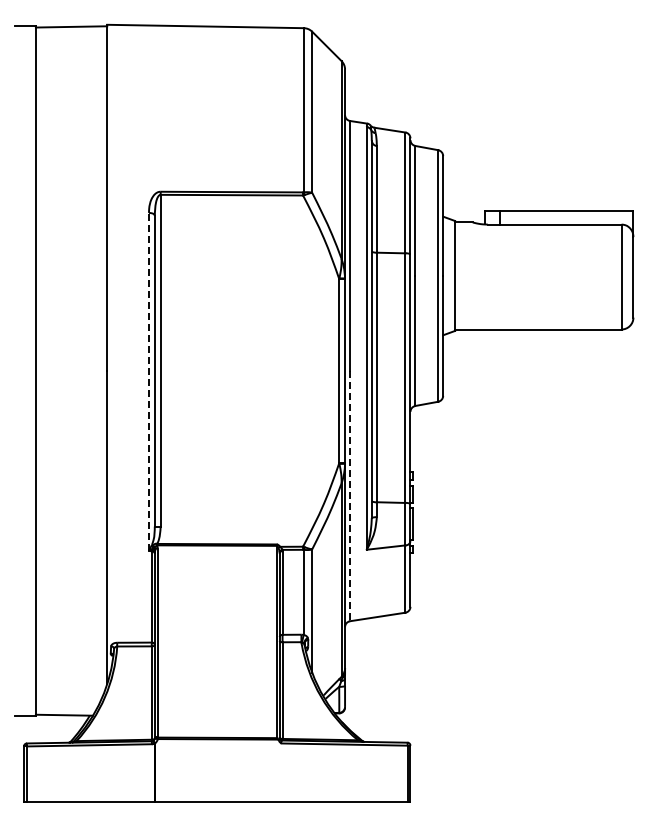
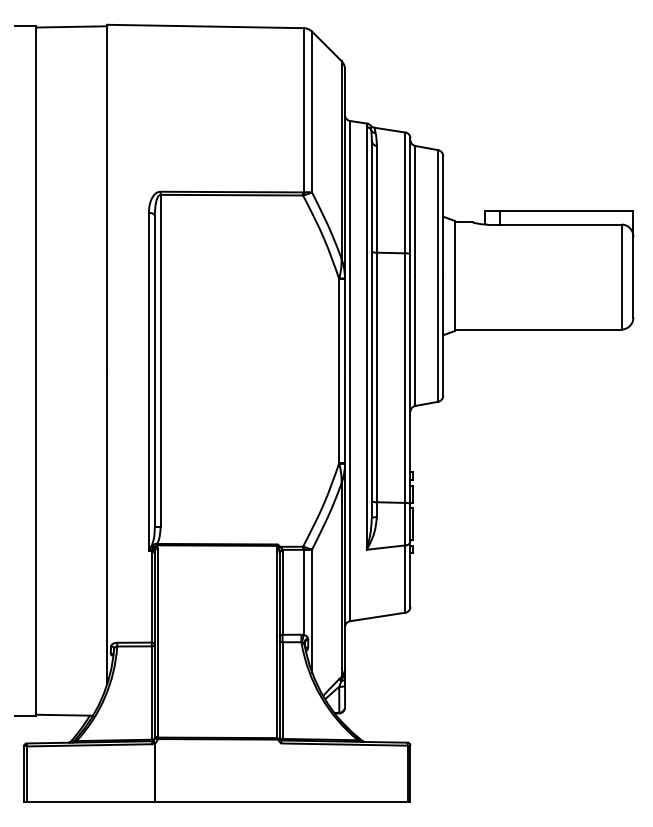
line at (148, 381): dashed -> solid
line at (350, 496): dashed -> solid
